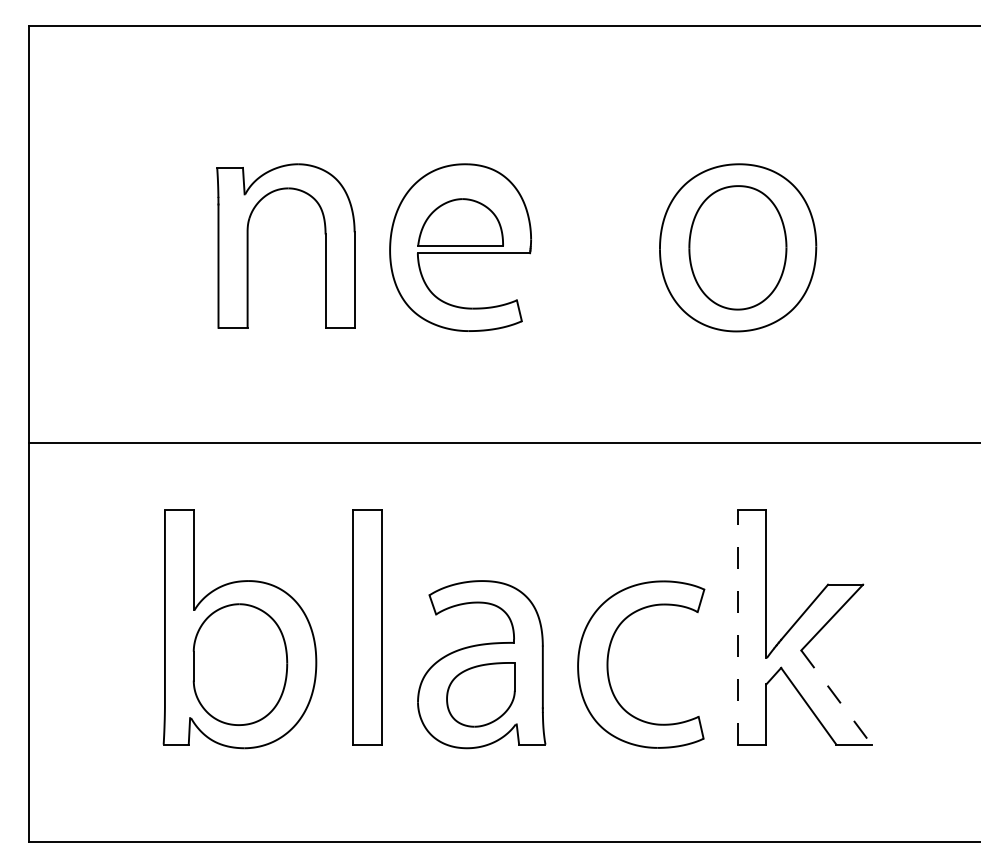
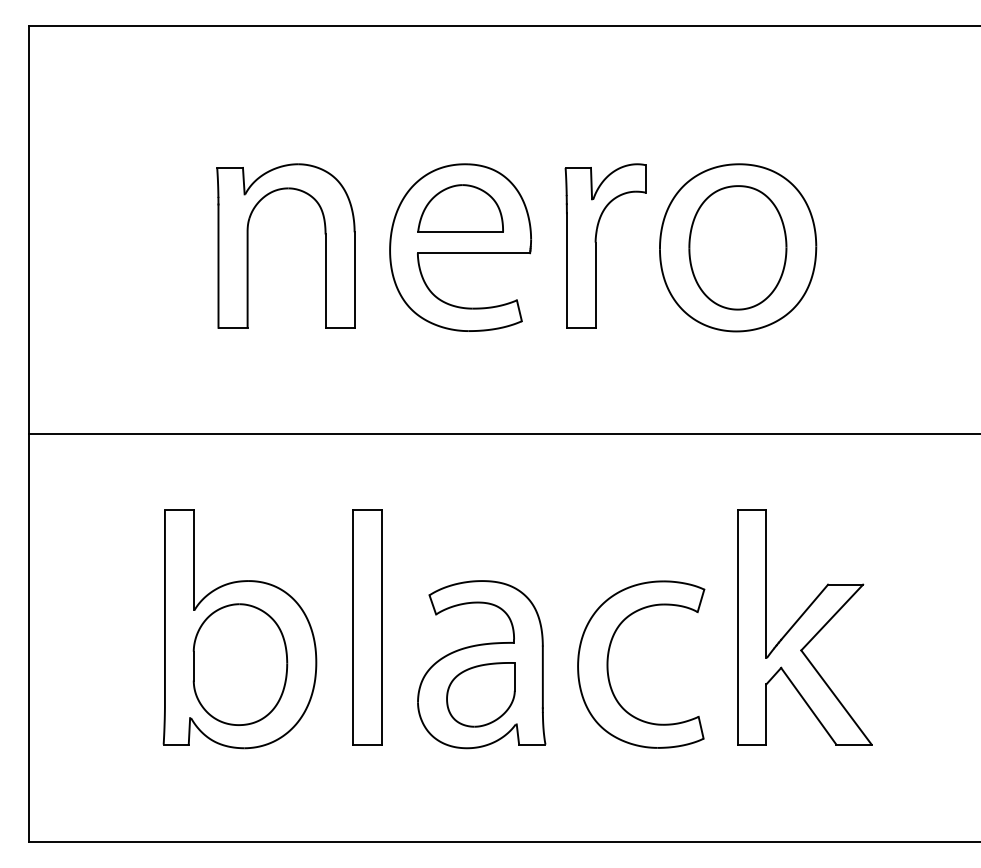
part at (460, 222) position: (460, 222) -> (460, 208)
part at (596, 245): none -> present
line at (503, 443) position: (503, 443) -> (503, 434)
line at (737, 626): dashed -> solid
line at (836, 697): dashed -> solid
